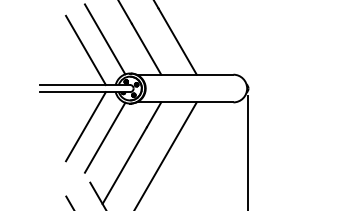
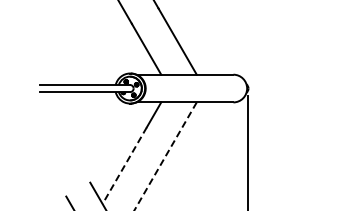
line at (104, 39): present -> none
line at (85, 50): present -> none
line at (85, 126): present -> none
line at (104, 137): present -> none
line at (165, 156): solid -> dashed
line at (124, 166): solid -> dashed
